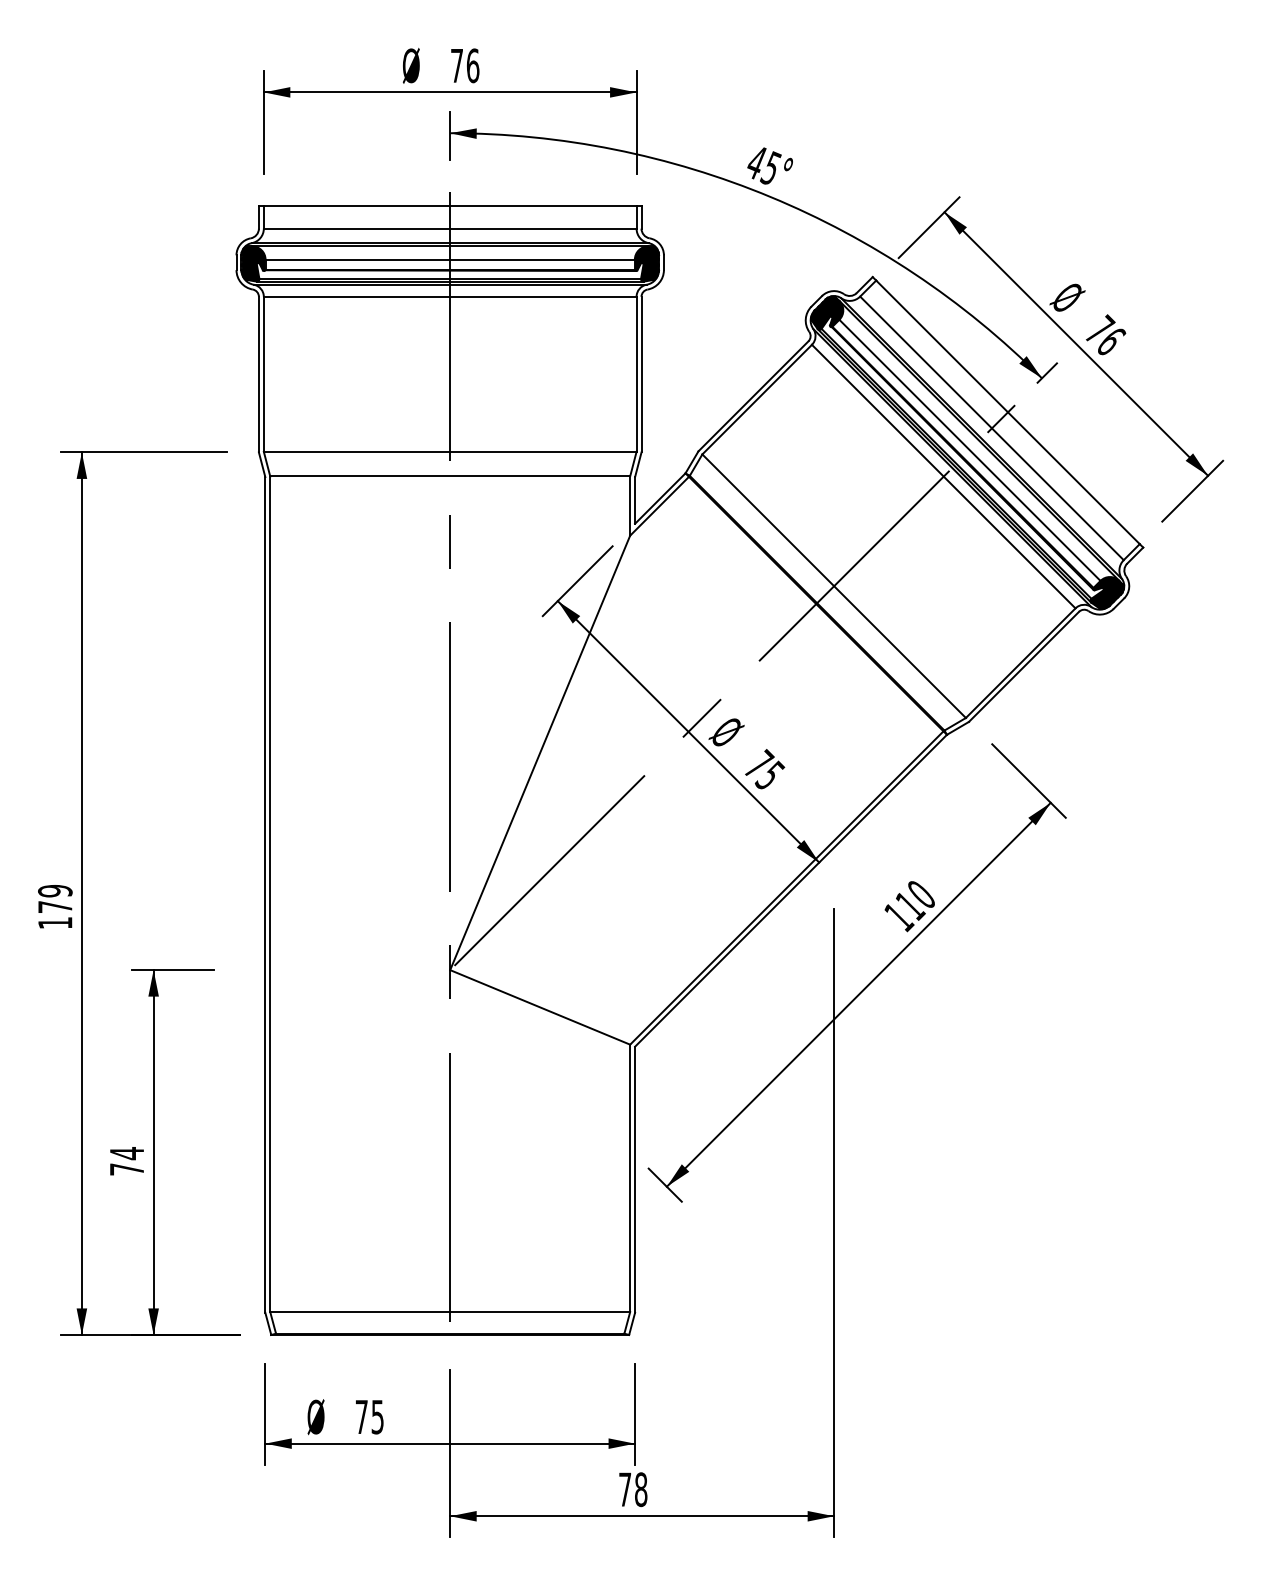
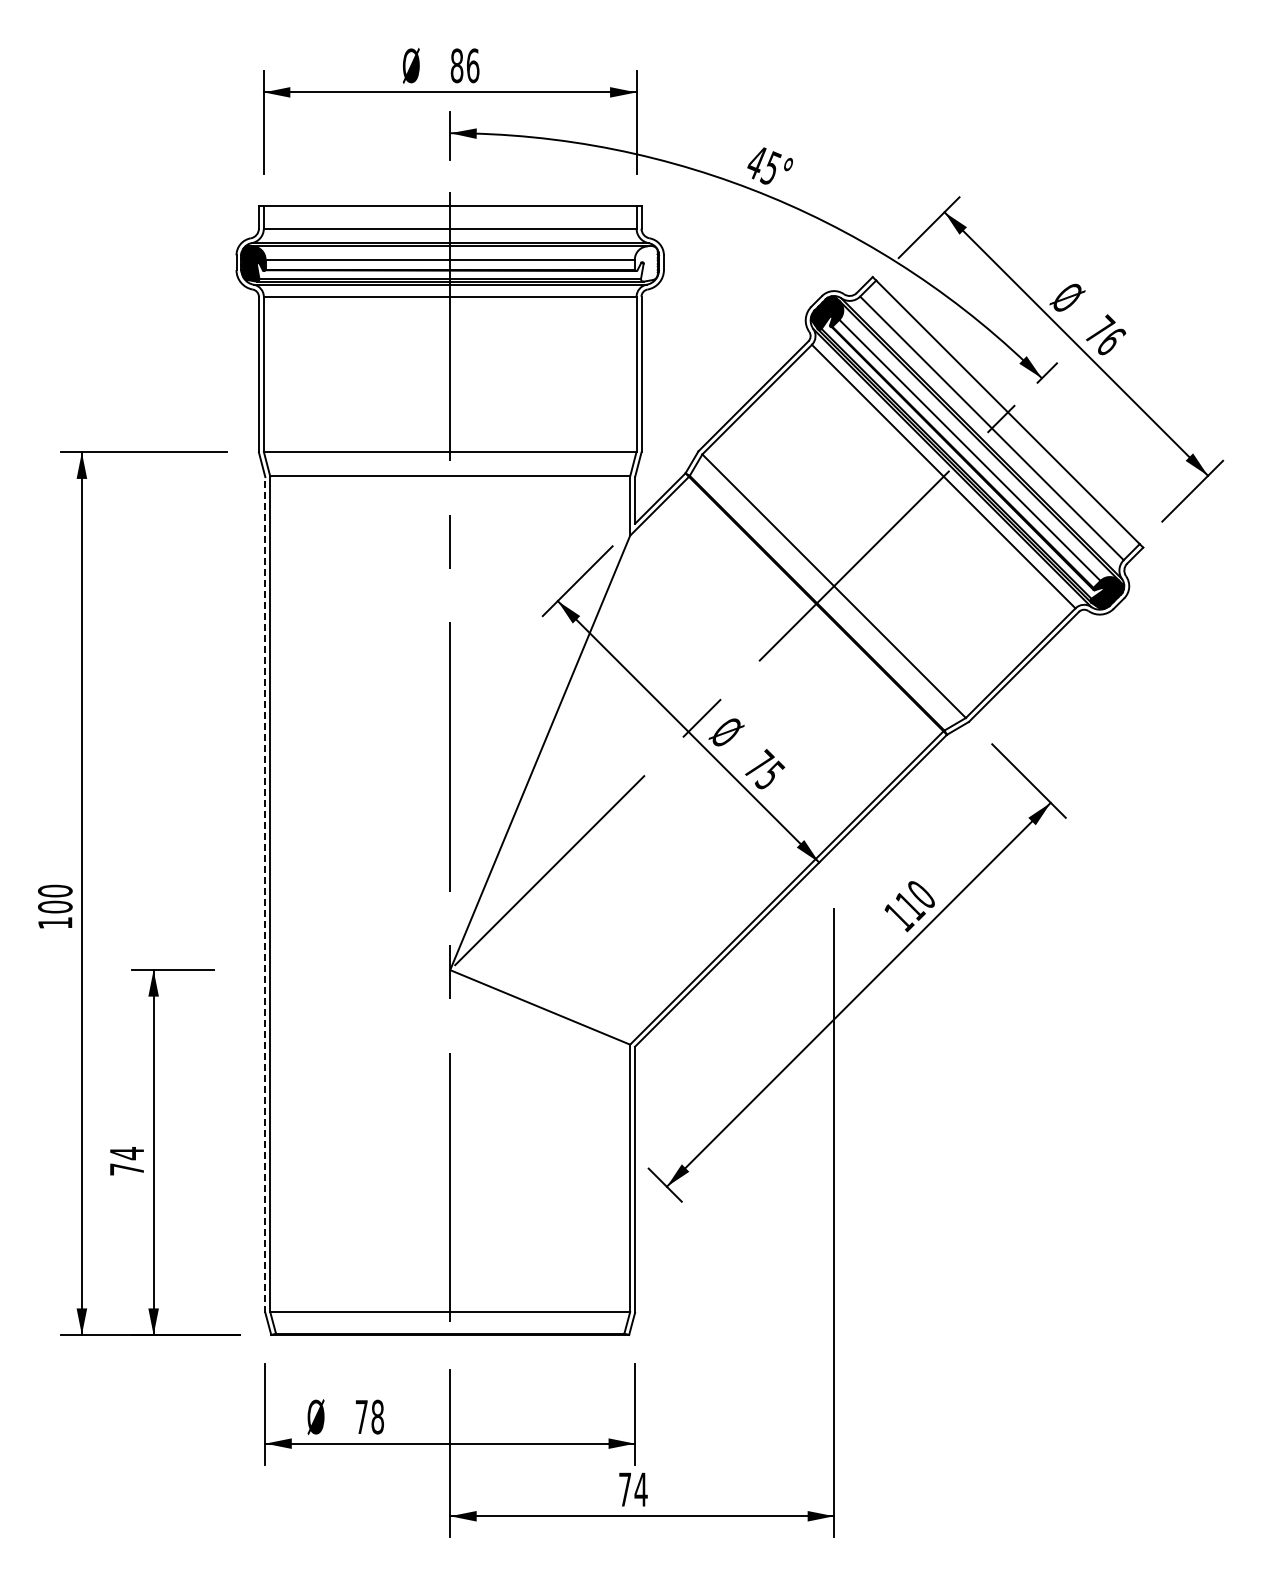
text at (456, 65): 76 -> 86
fill at (646, 263): present -> none
line at (265, 894): solid -> dashed
text at (55, 898): 179 -> 100
text at (377, 1416): 75 -> 78
text at (640, 1489): 78 -> 74
